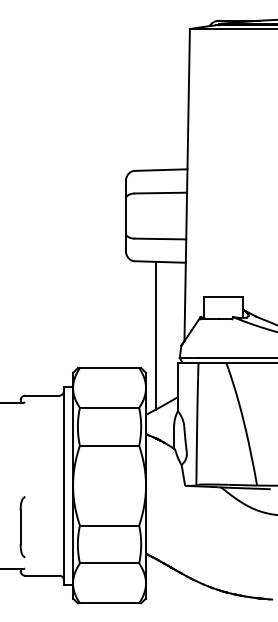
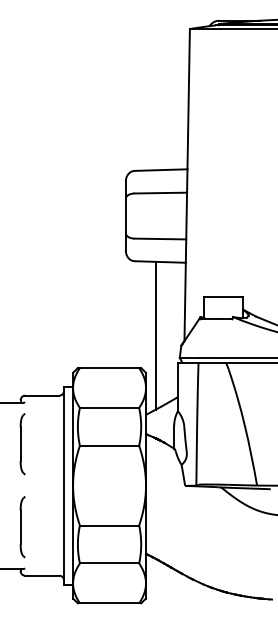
part at (22, 444): none -> present
